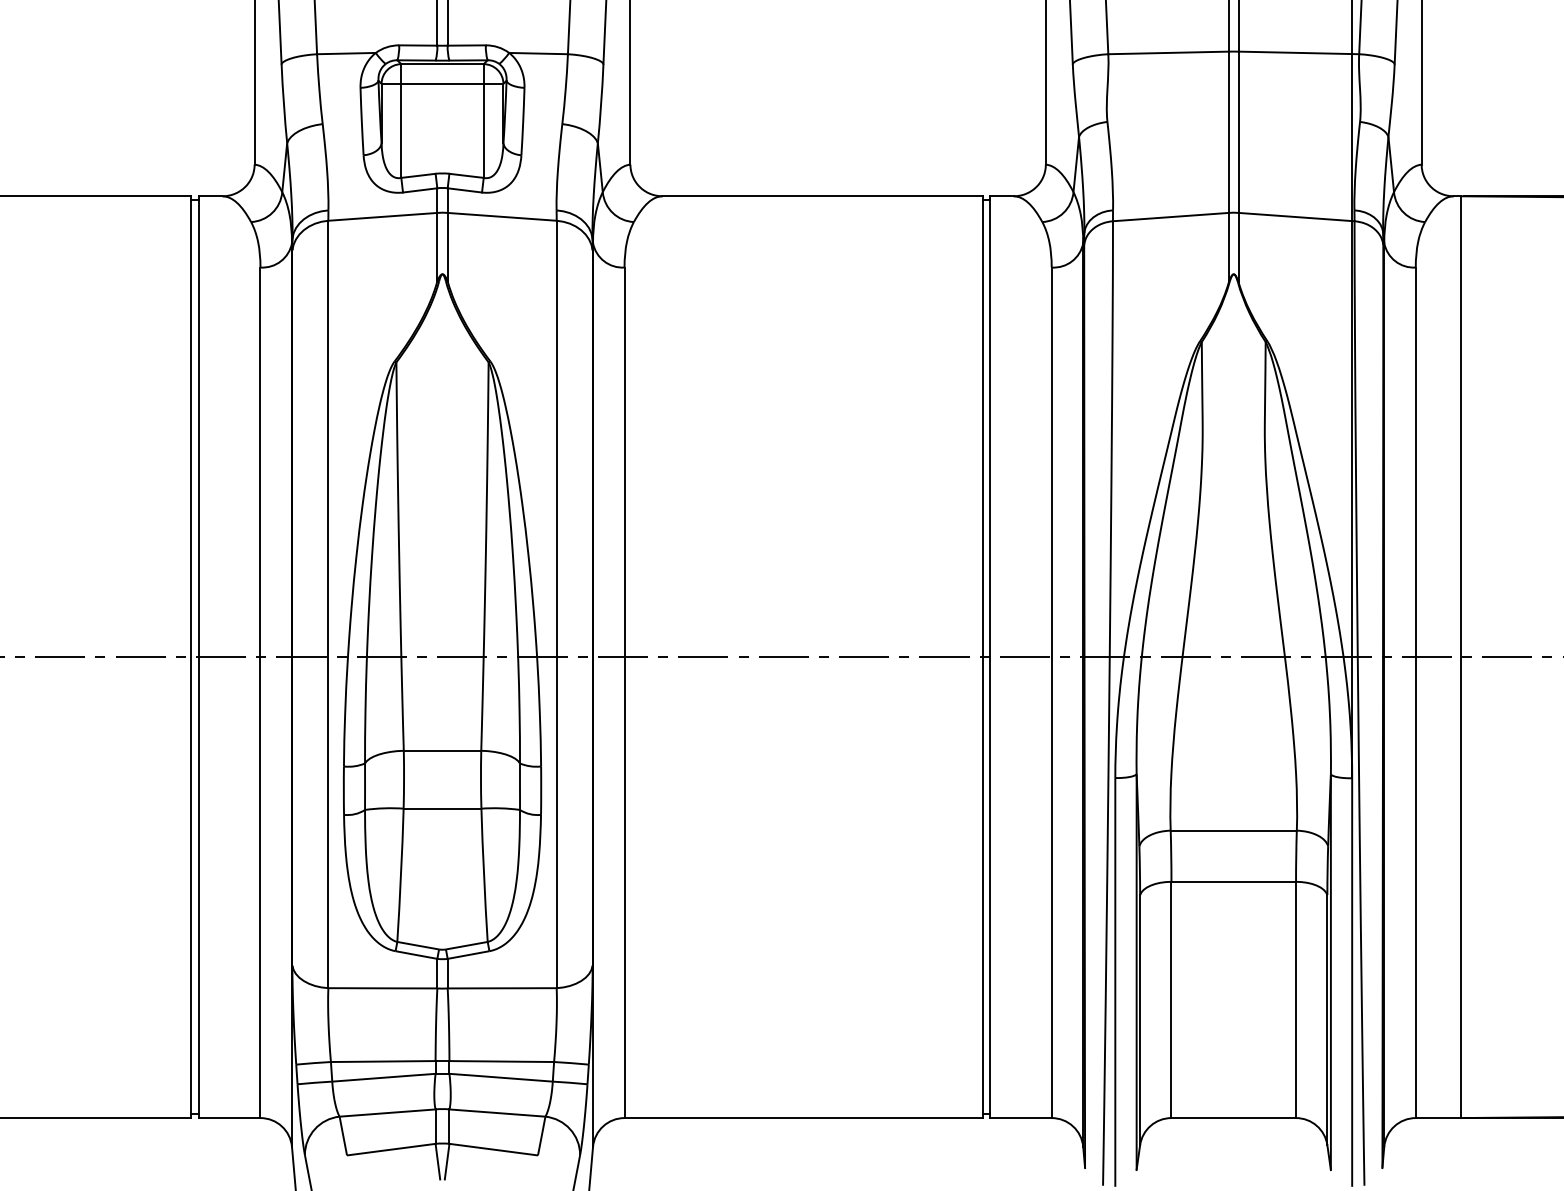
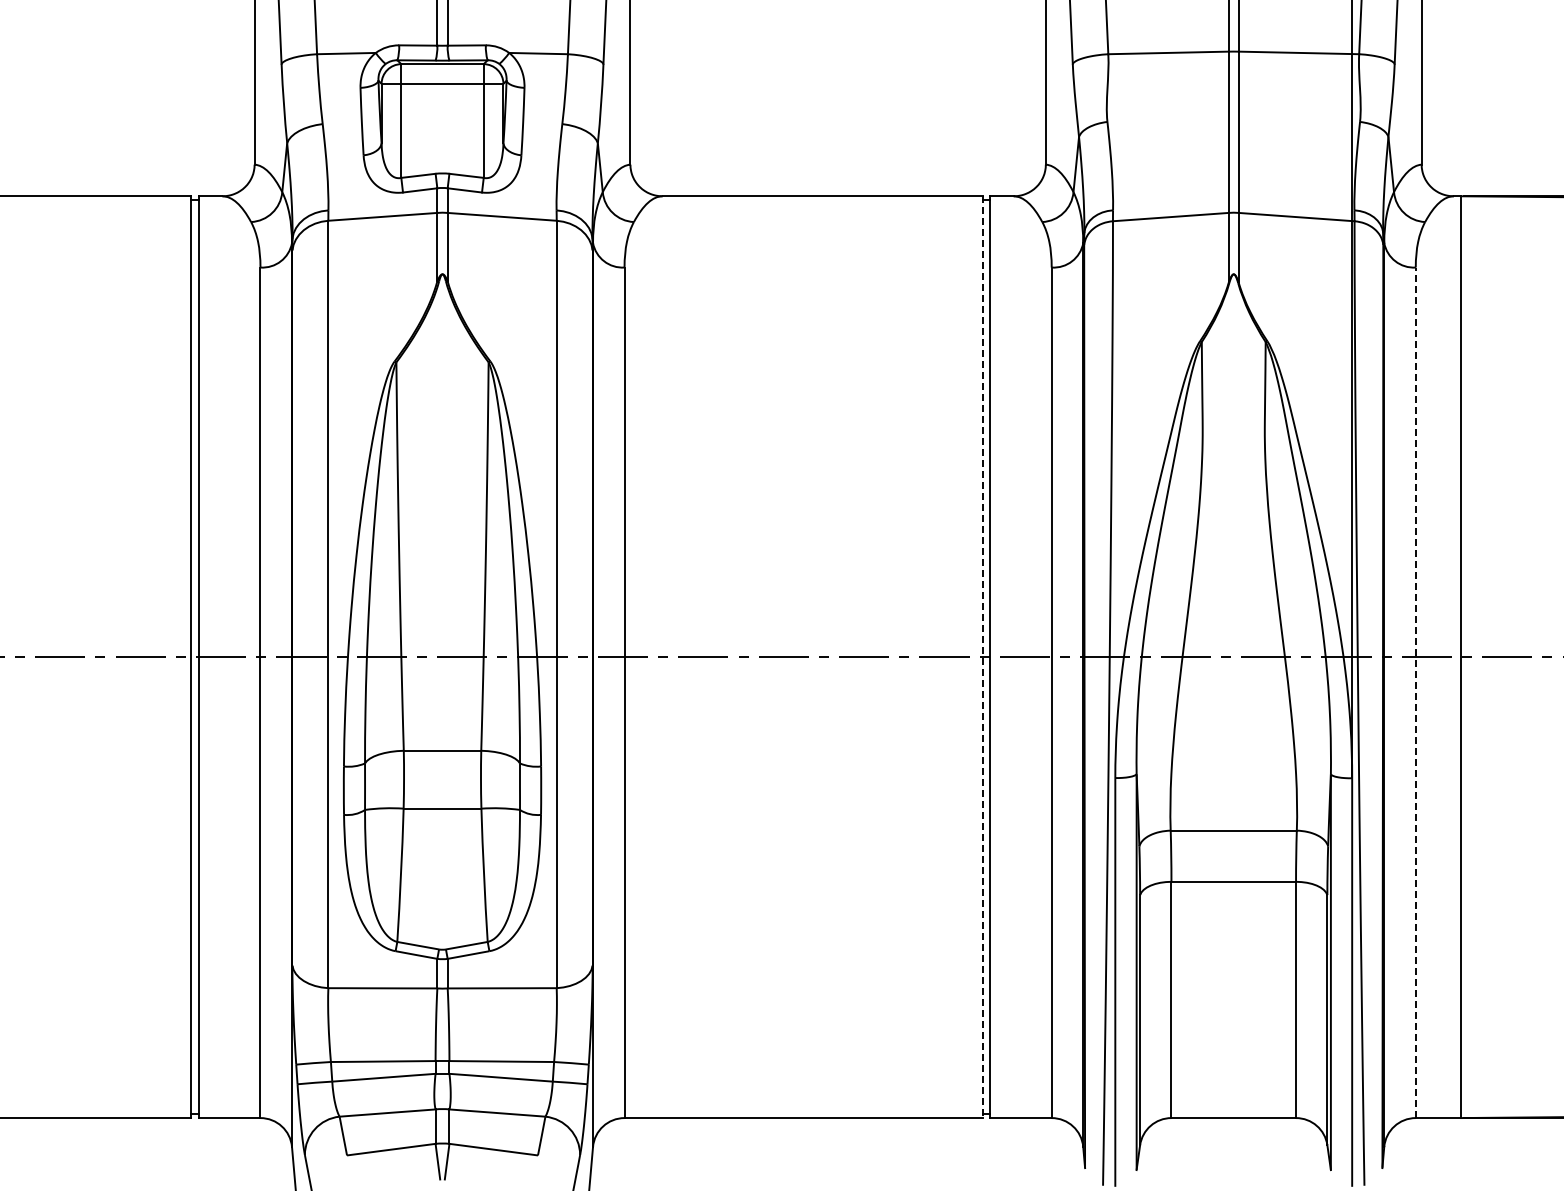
line at (982, 657): solid -> dashed
line at (1415, 692): solid -> dashed
